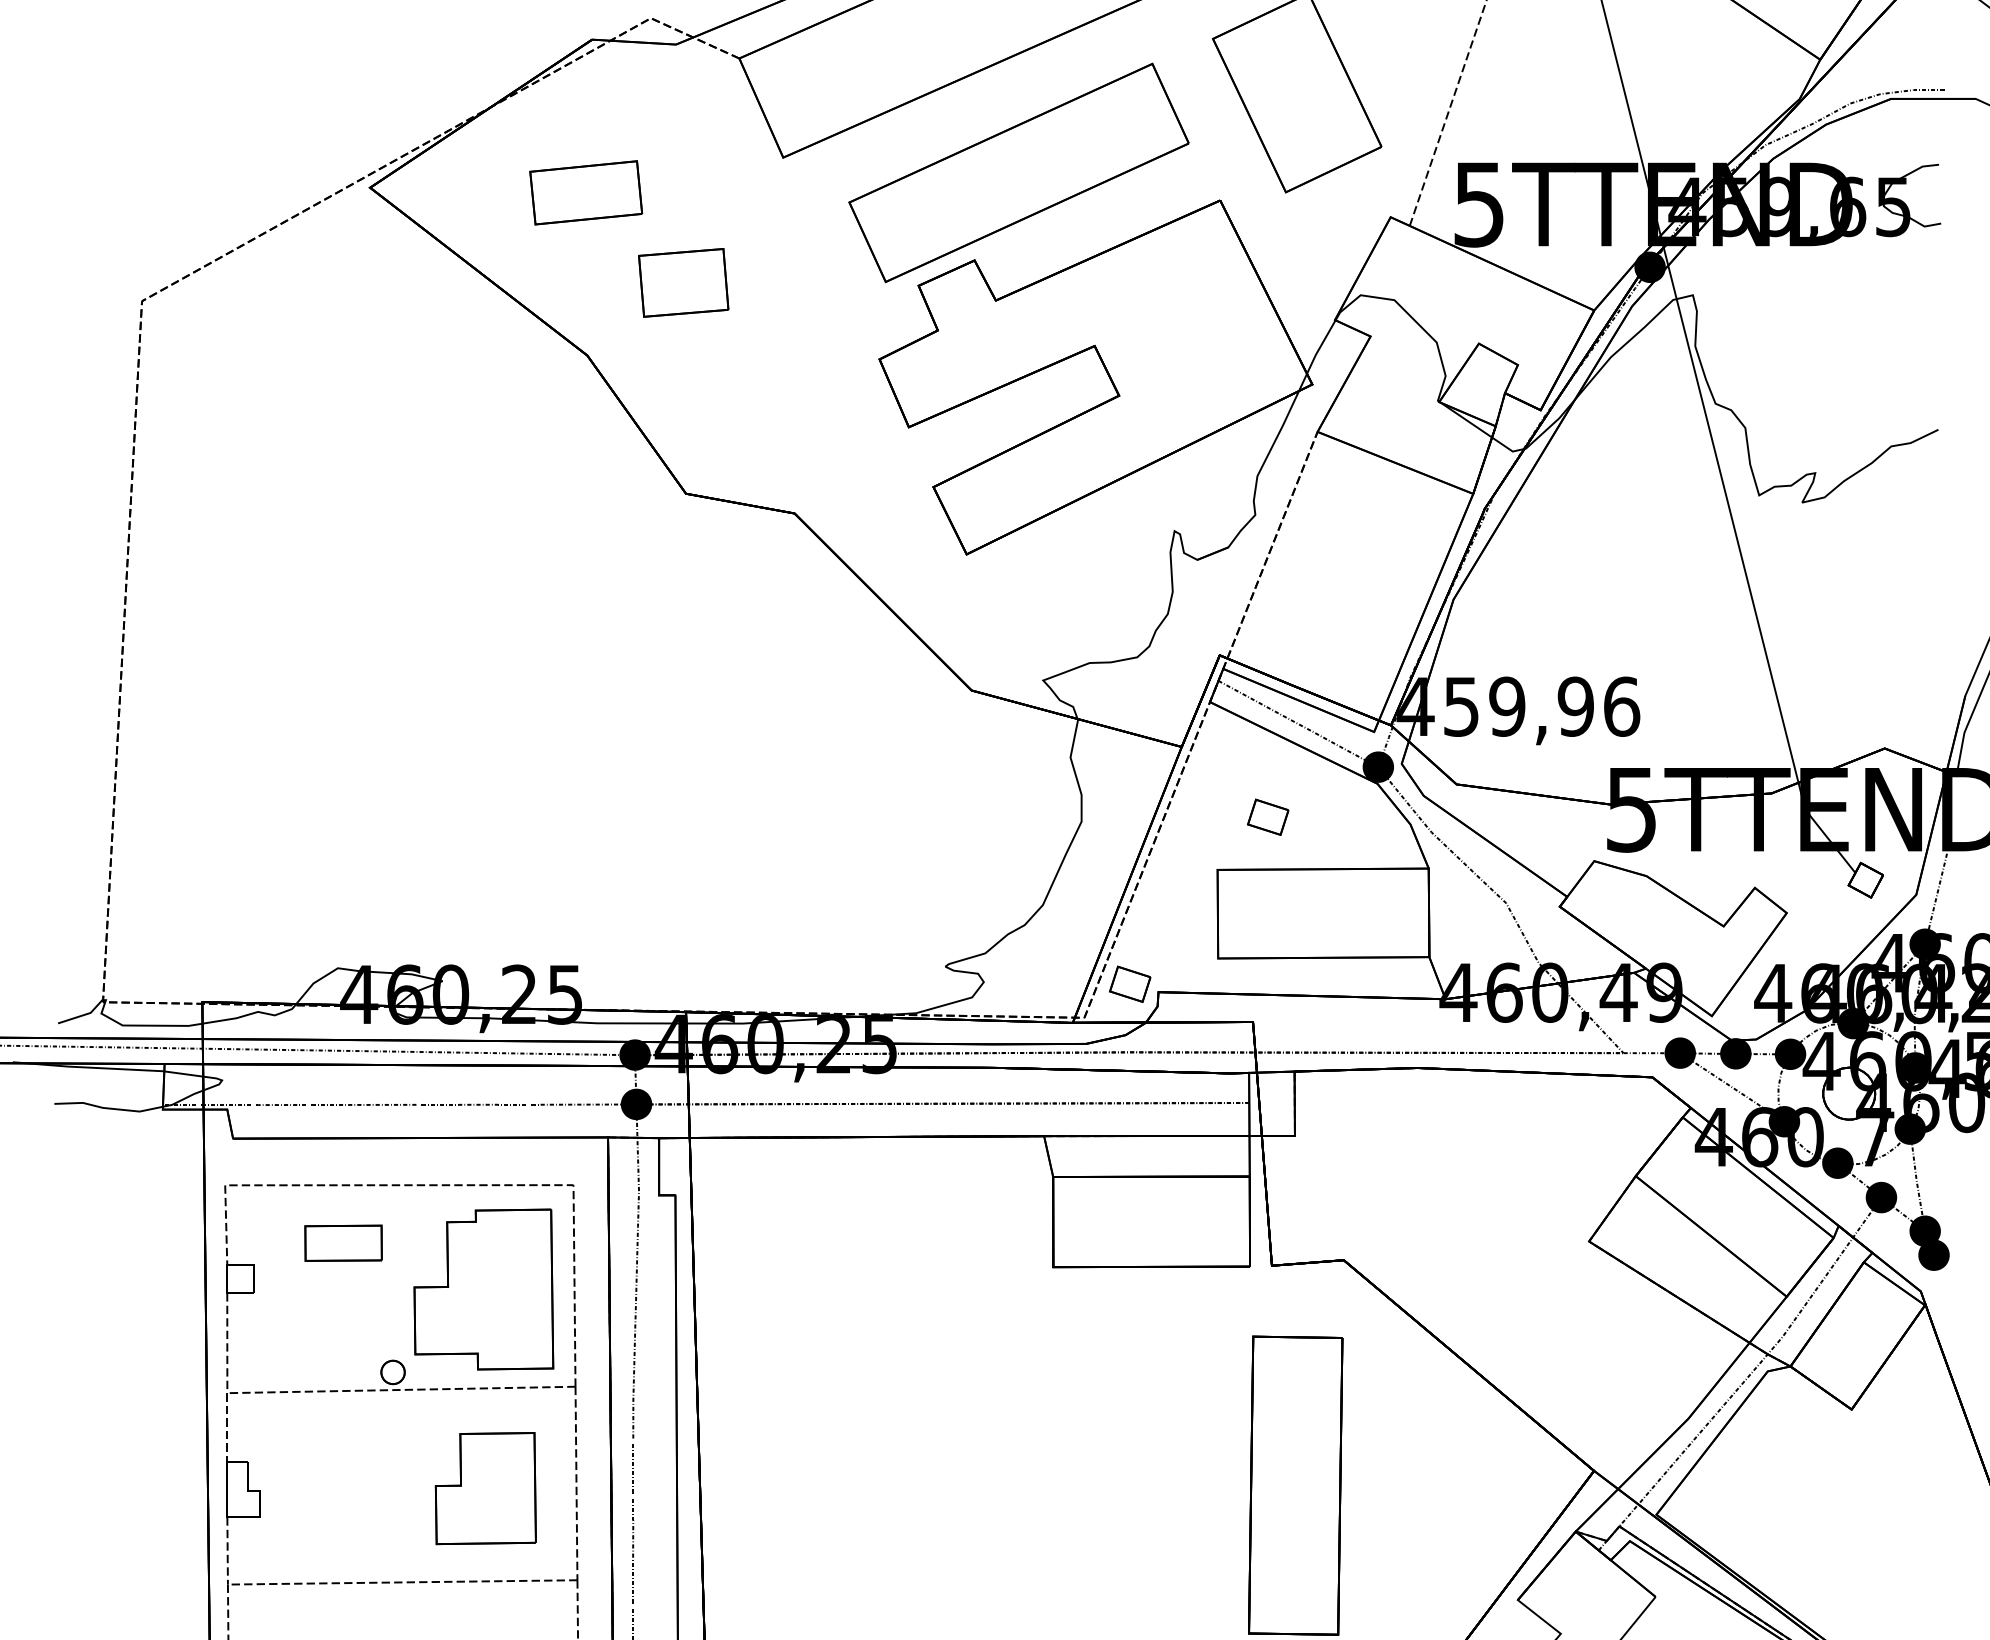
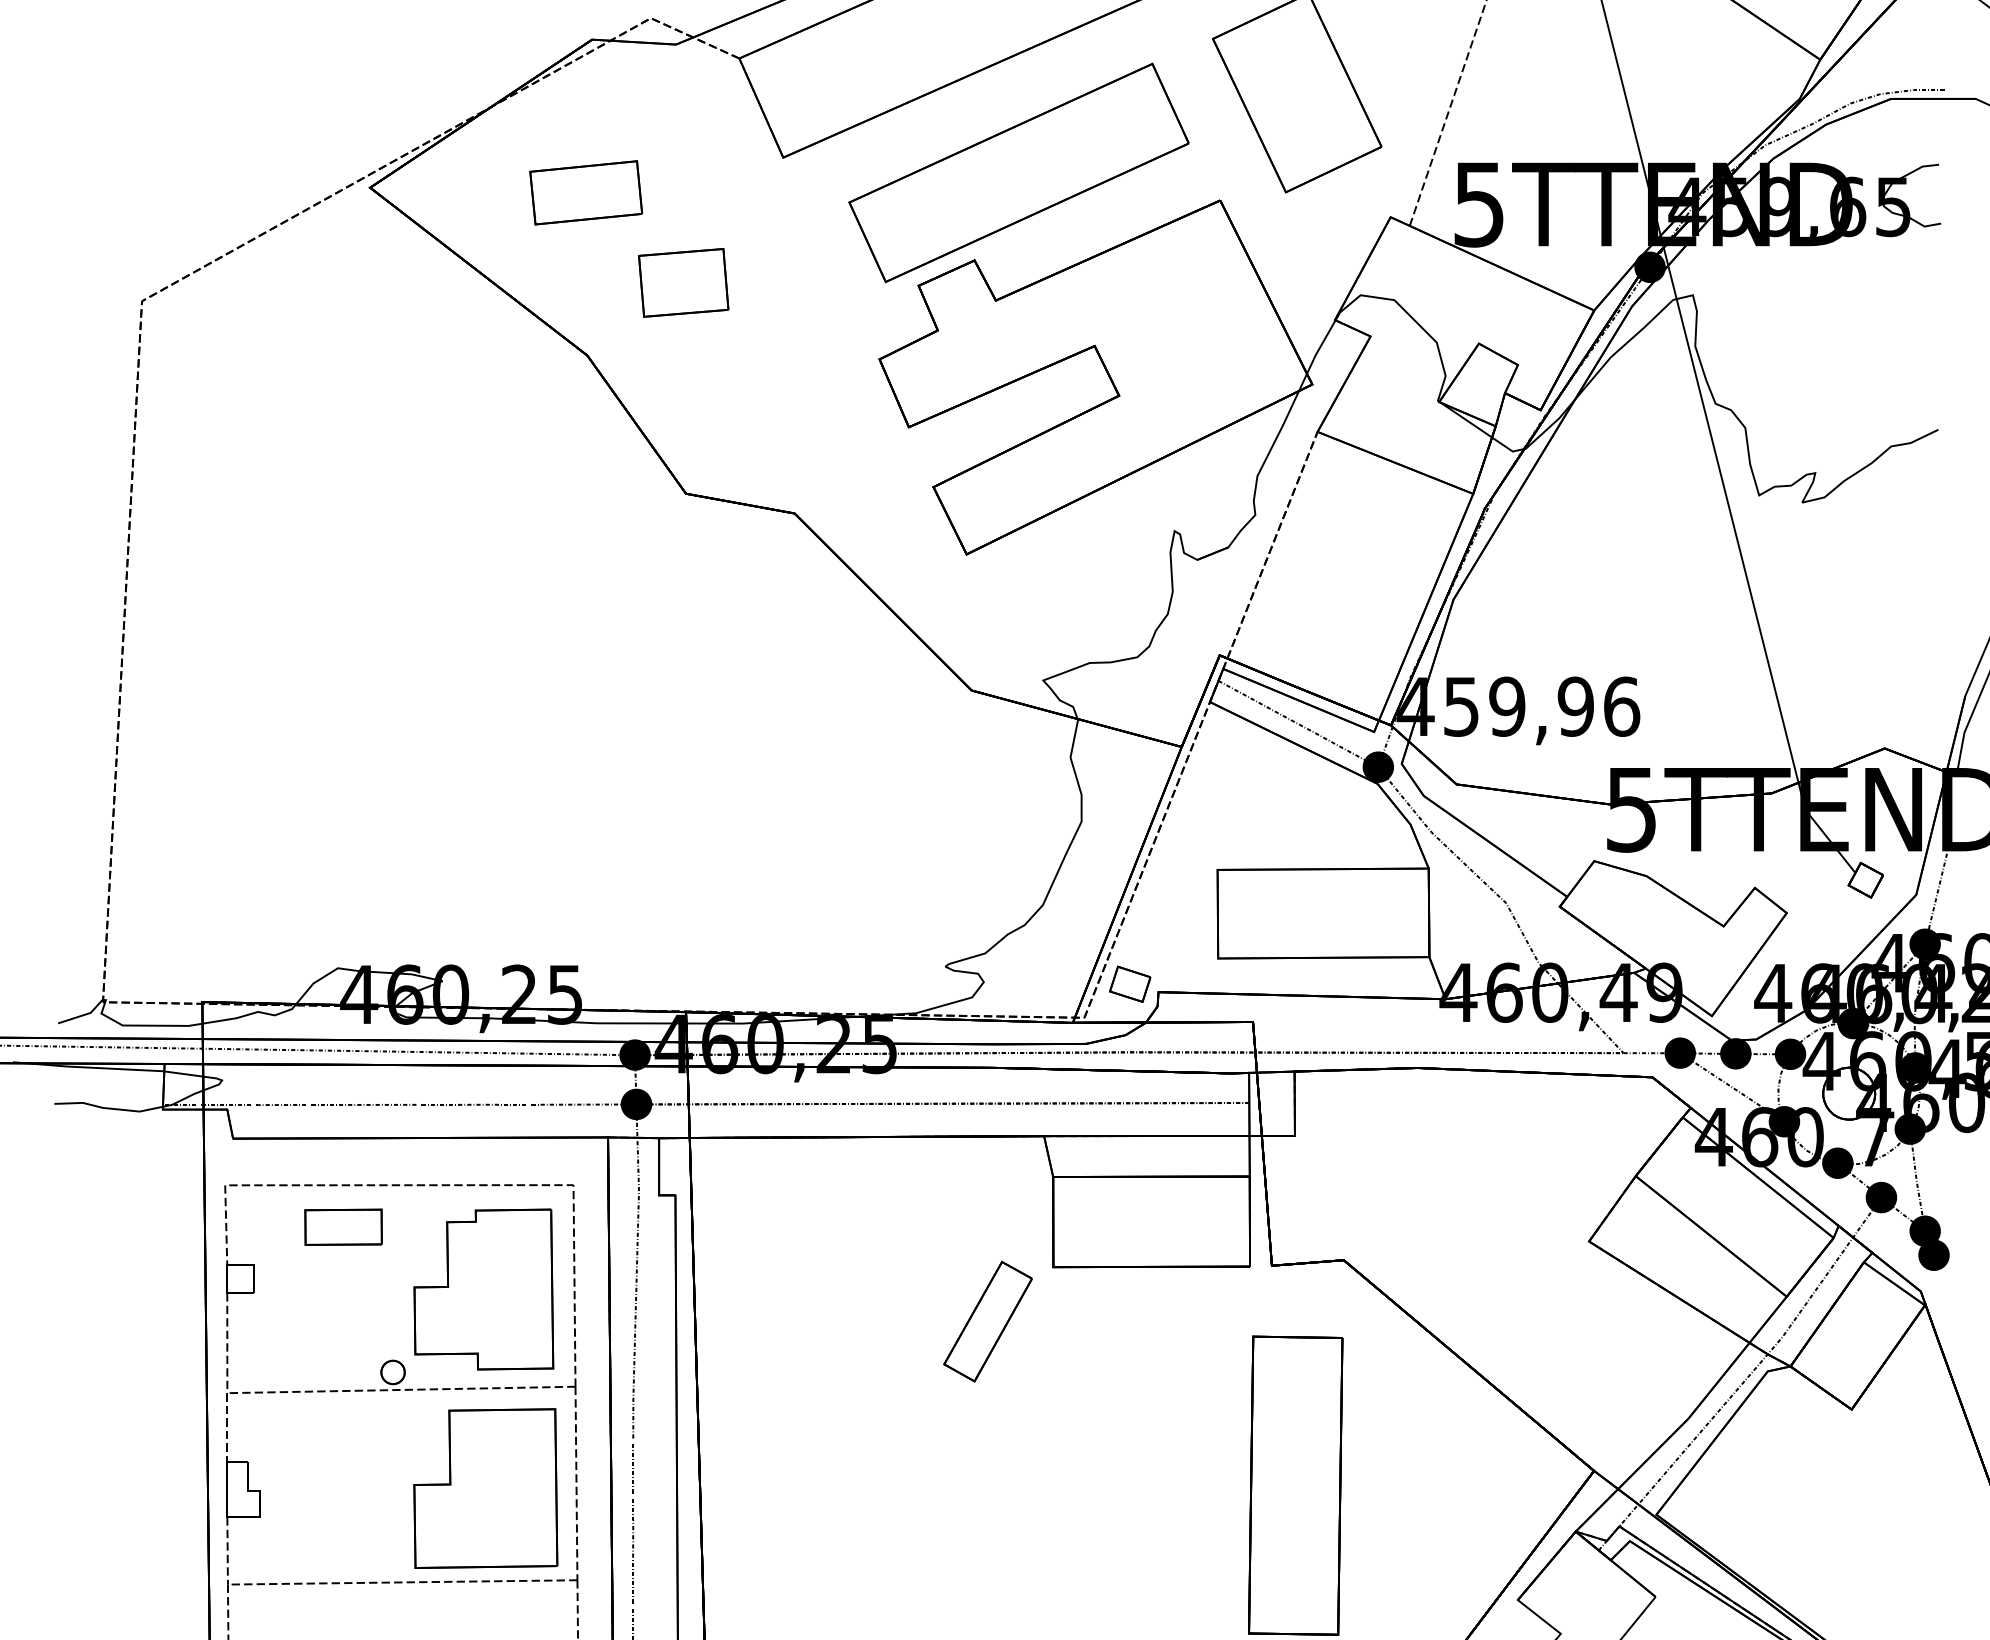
part at (1268, 816): present -> none
part at (343, 1242) position: (343, 1242) -> (343, 1226)
part at (987, 1321): none -> present
part at (485, 1488) size: 103x114 px -> 146x161 px
